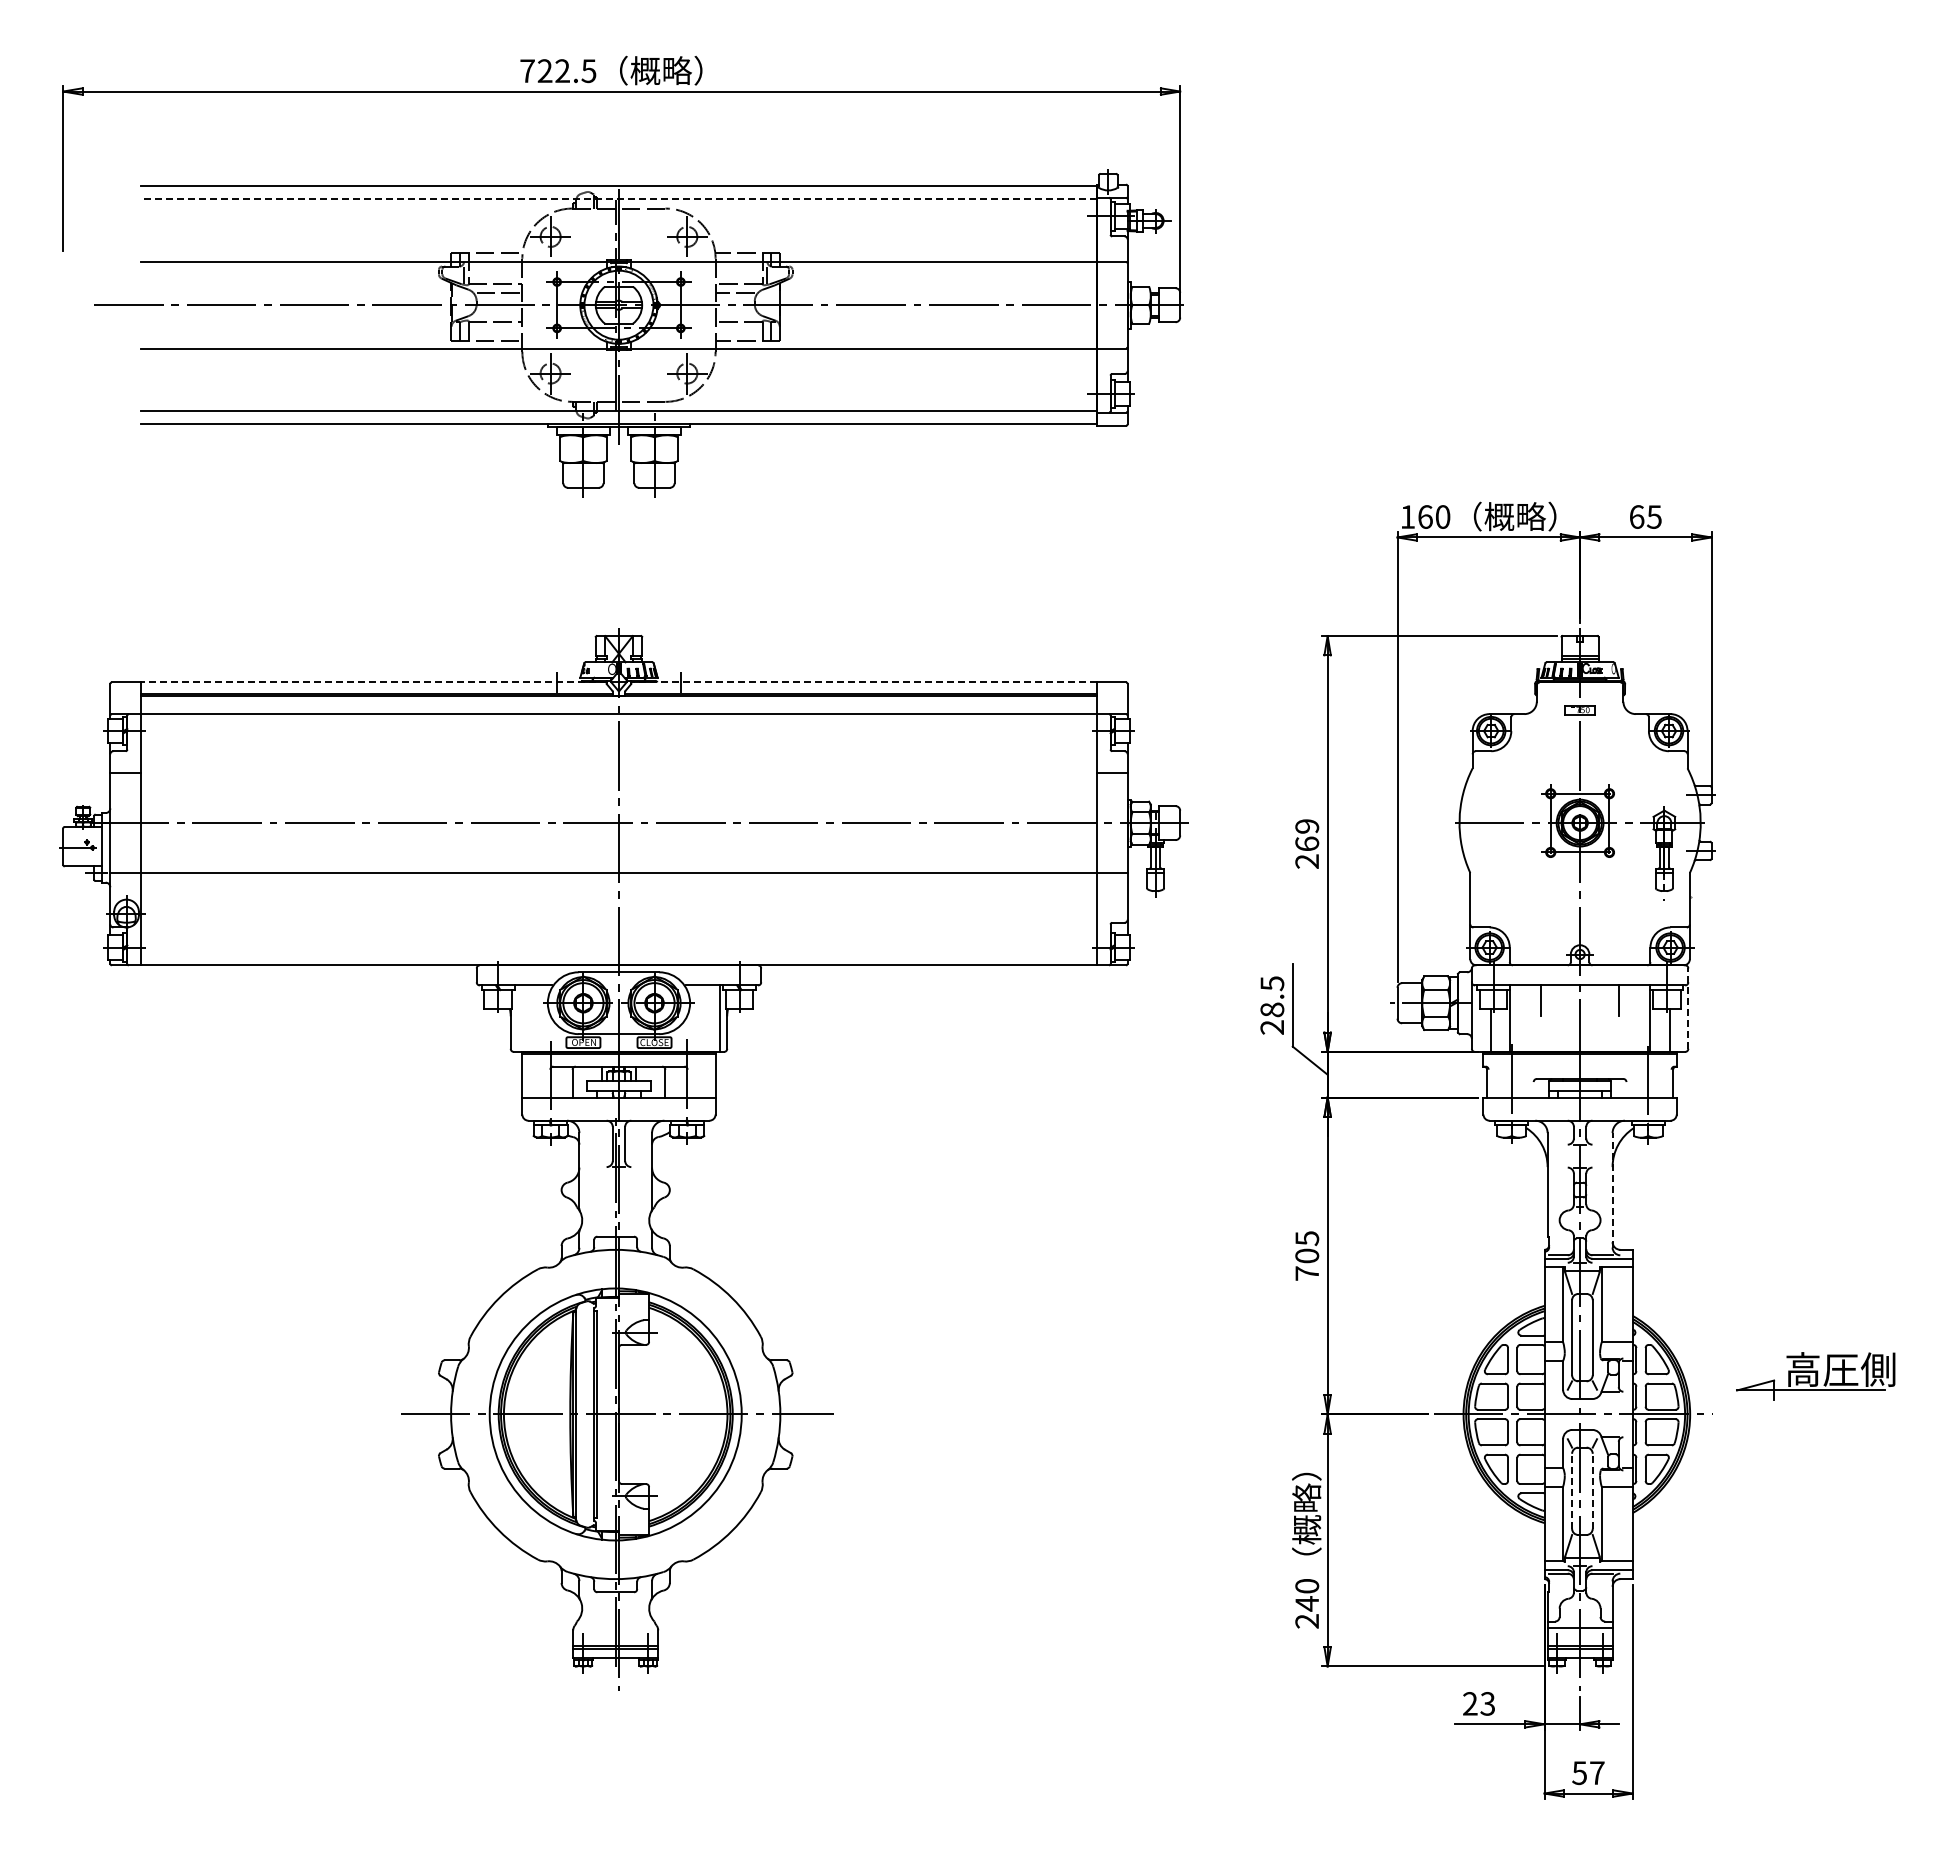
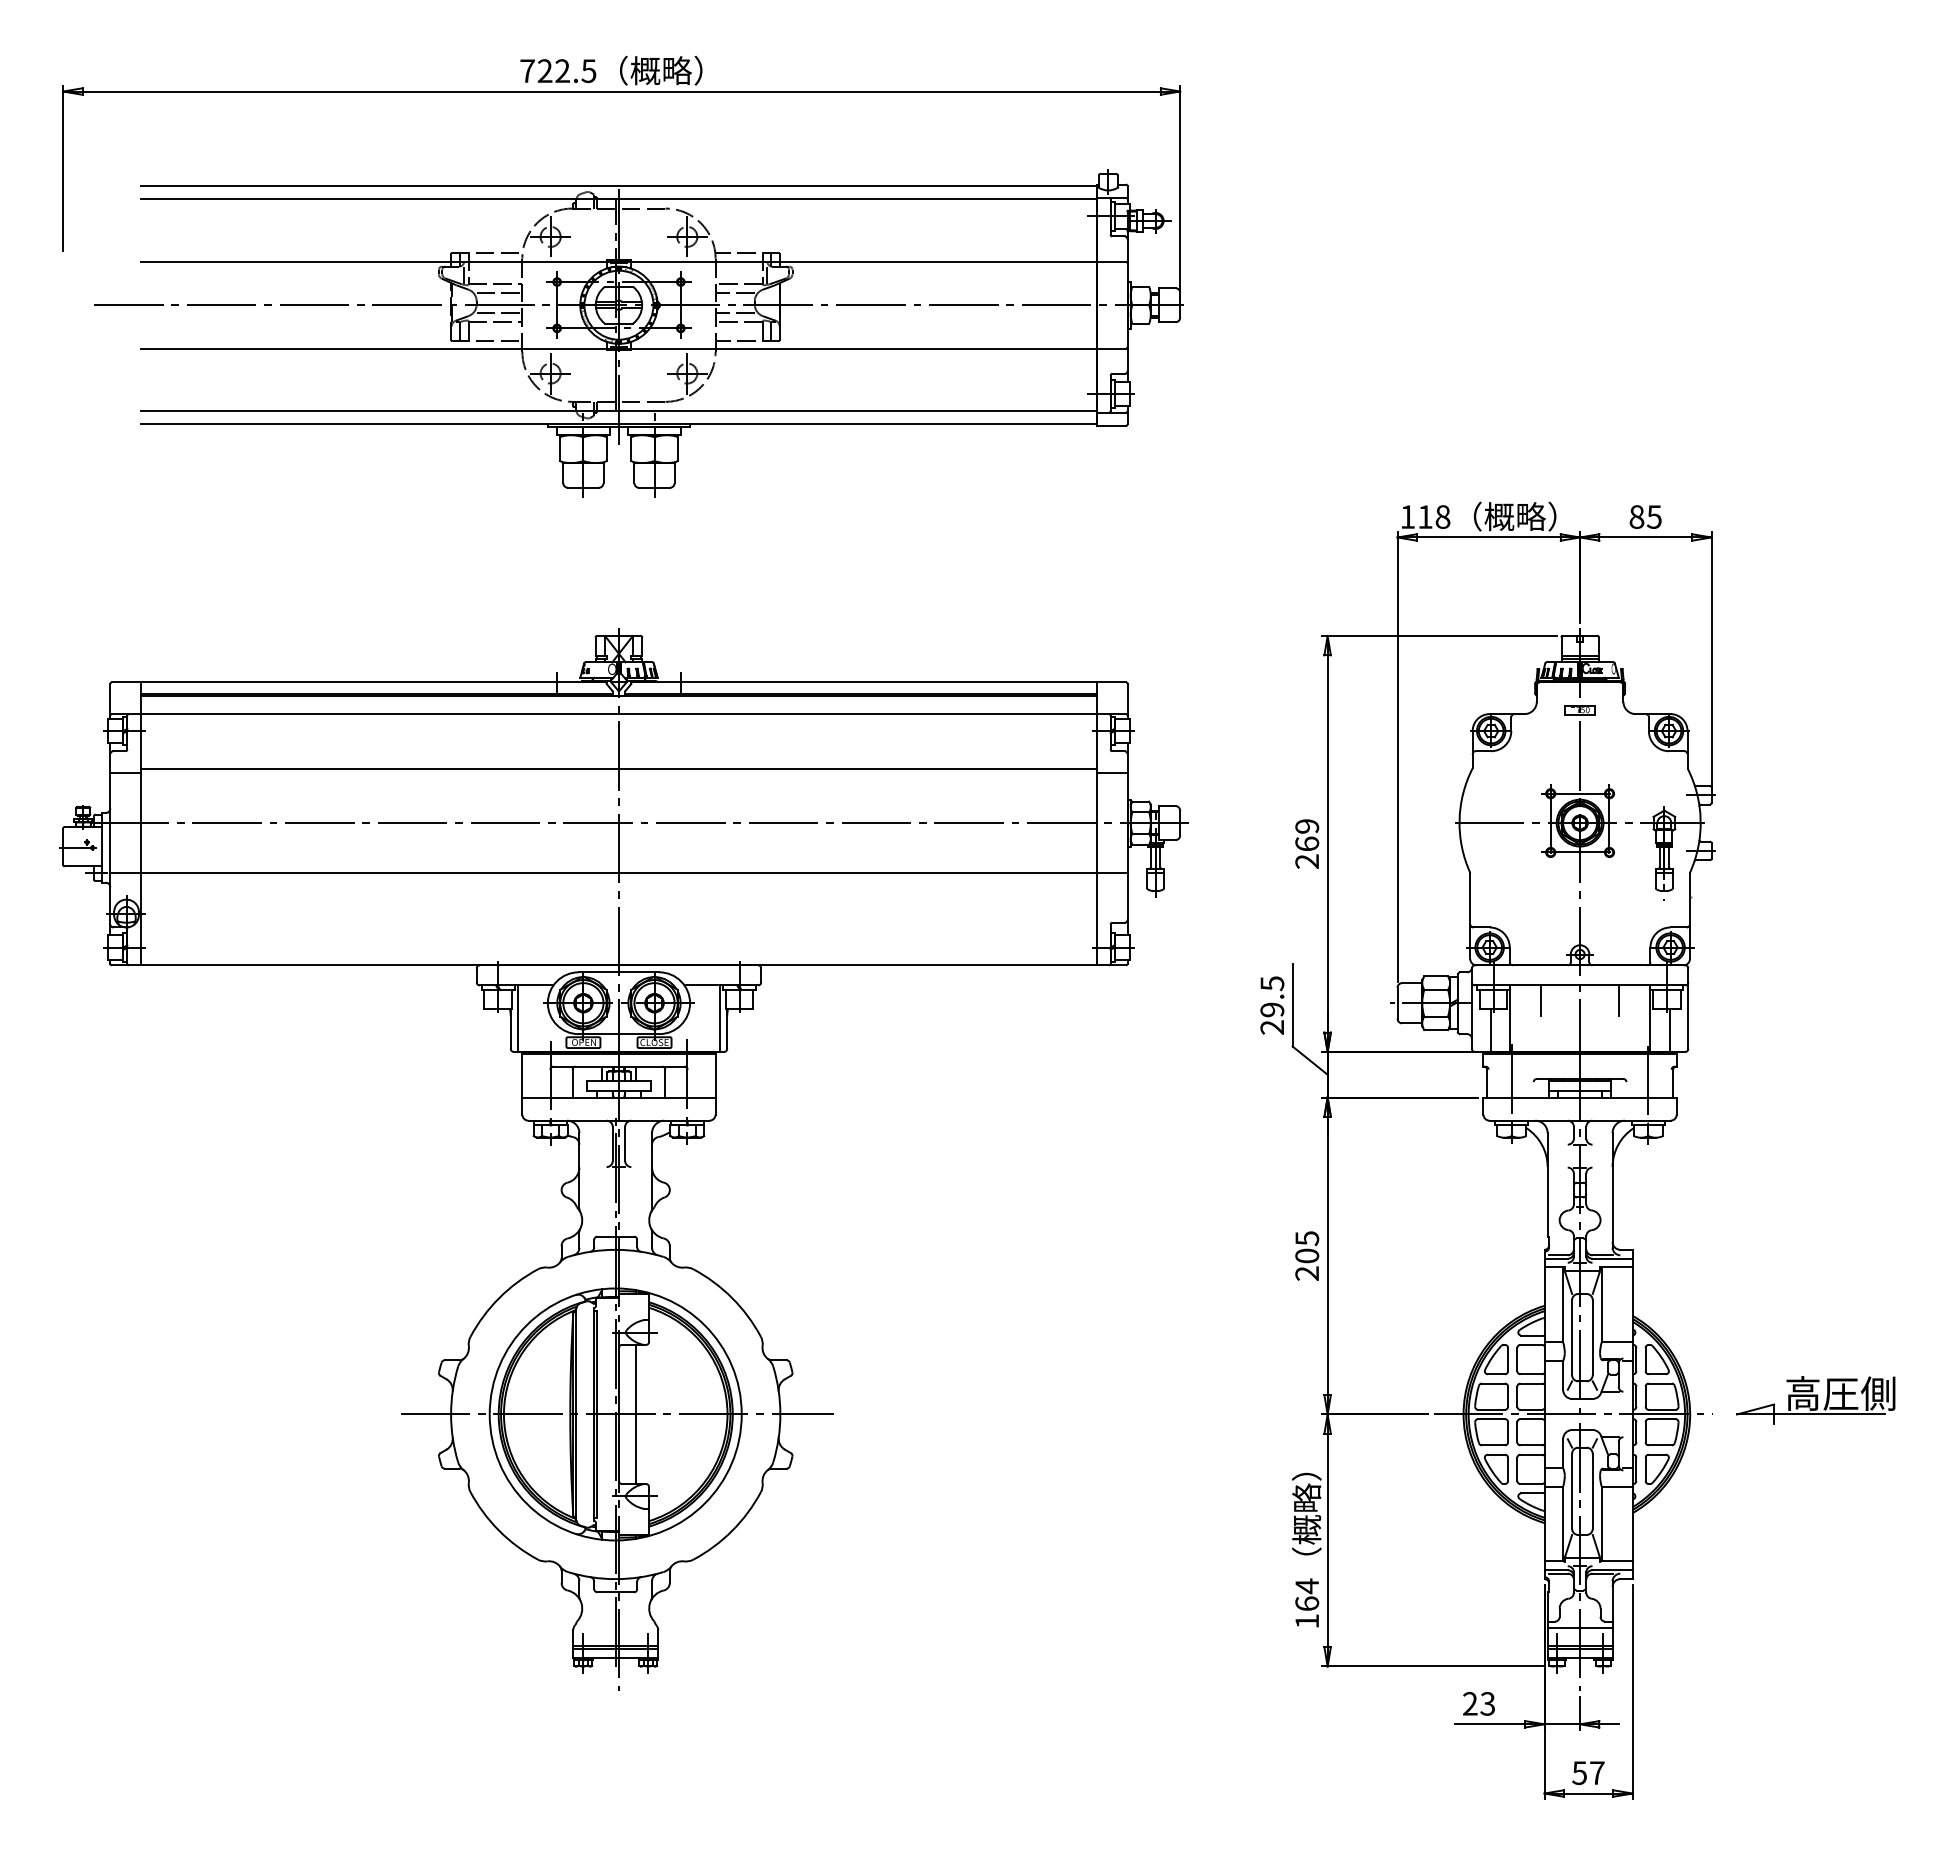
line at (618, 199): dashed -> solid
line at (499, 313): none -> present
line at (734, 313): none -> present
text at (1434, 516): 160 -> 118
text at (1636, 516): 65 -> 85
line at (373, 682): dashed -> solid
line at (864, 682): dashed -> solid
line at (618, 768): none -> present
line at (1688, 1008): dashed -> solid
text at (1272, 1009): 28.5 -> 29.5
line at (518, 1018): none -> present
line at (1612, 1189): dashed -> solid
text at (1306, 1273): 705 -> 205
part at (1815, 1376) position: (1815, 1376) -> (1815, 1400)
line at (635, 1414): none -> present
line at (1572, 1490): dashed -> solid
line at (1592, 1490): dashed -> solid
text at (1307, 1603): 240 -> 164
